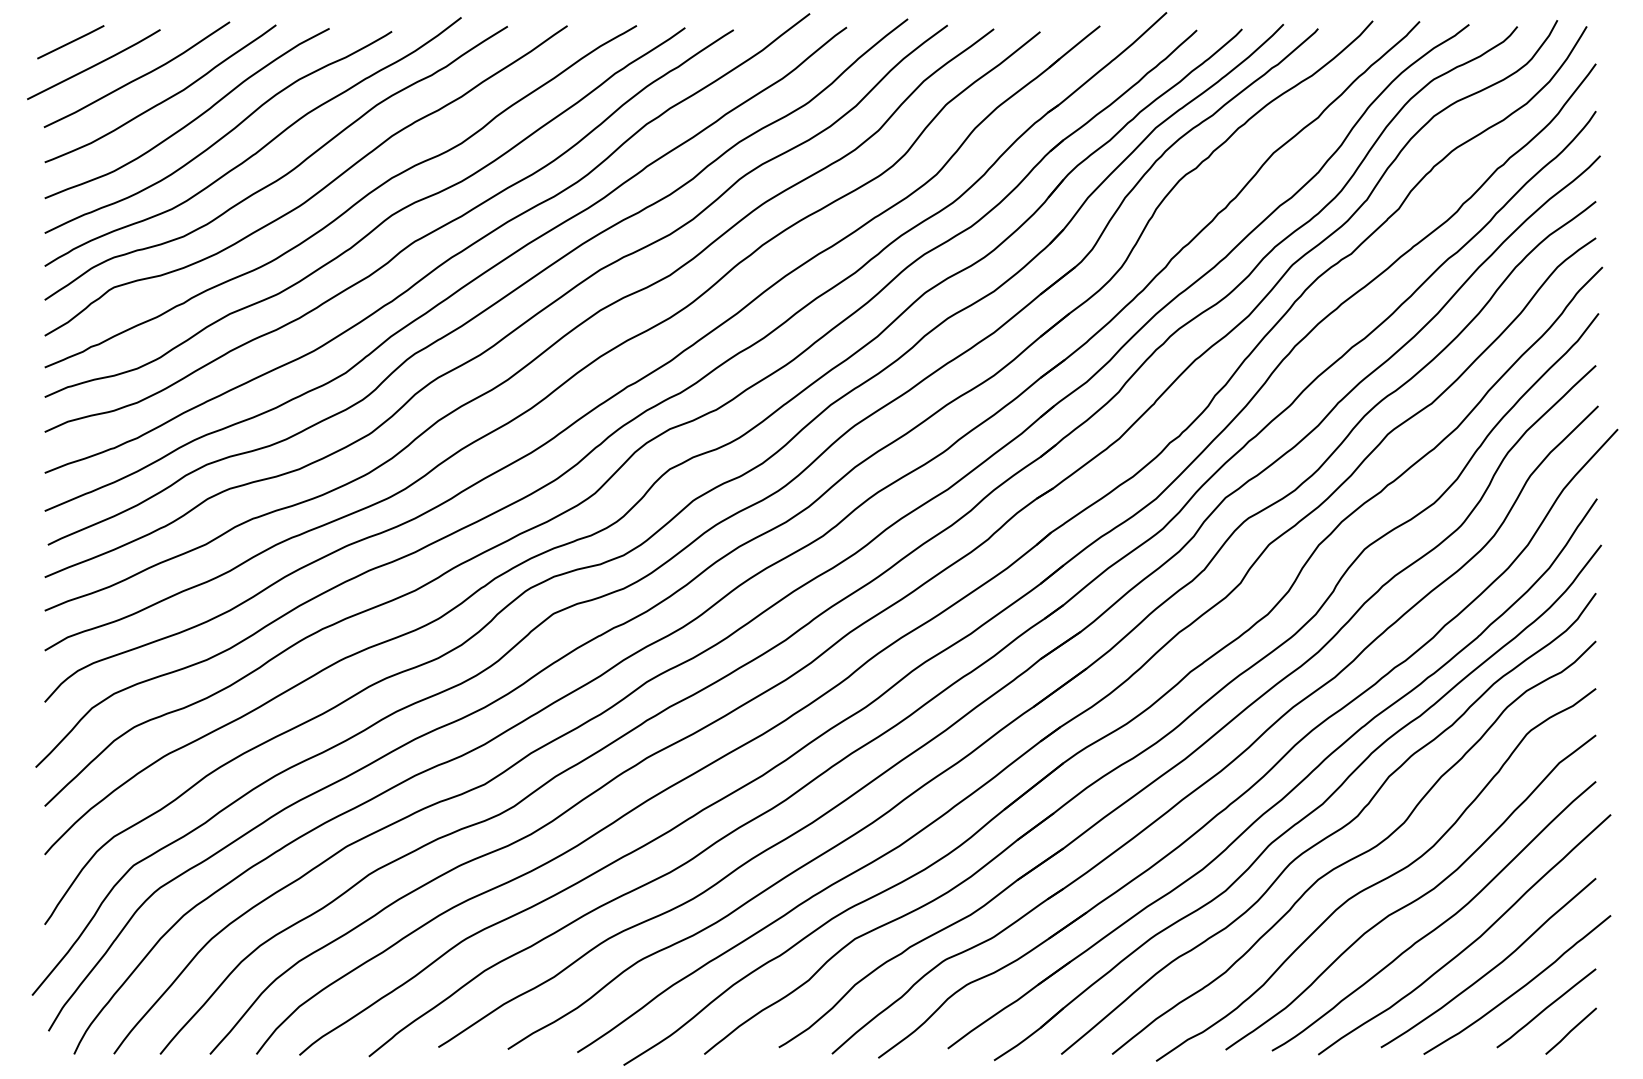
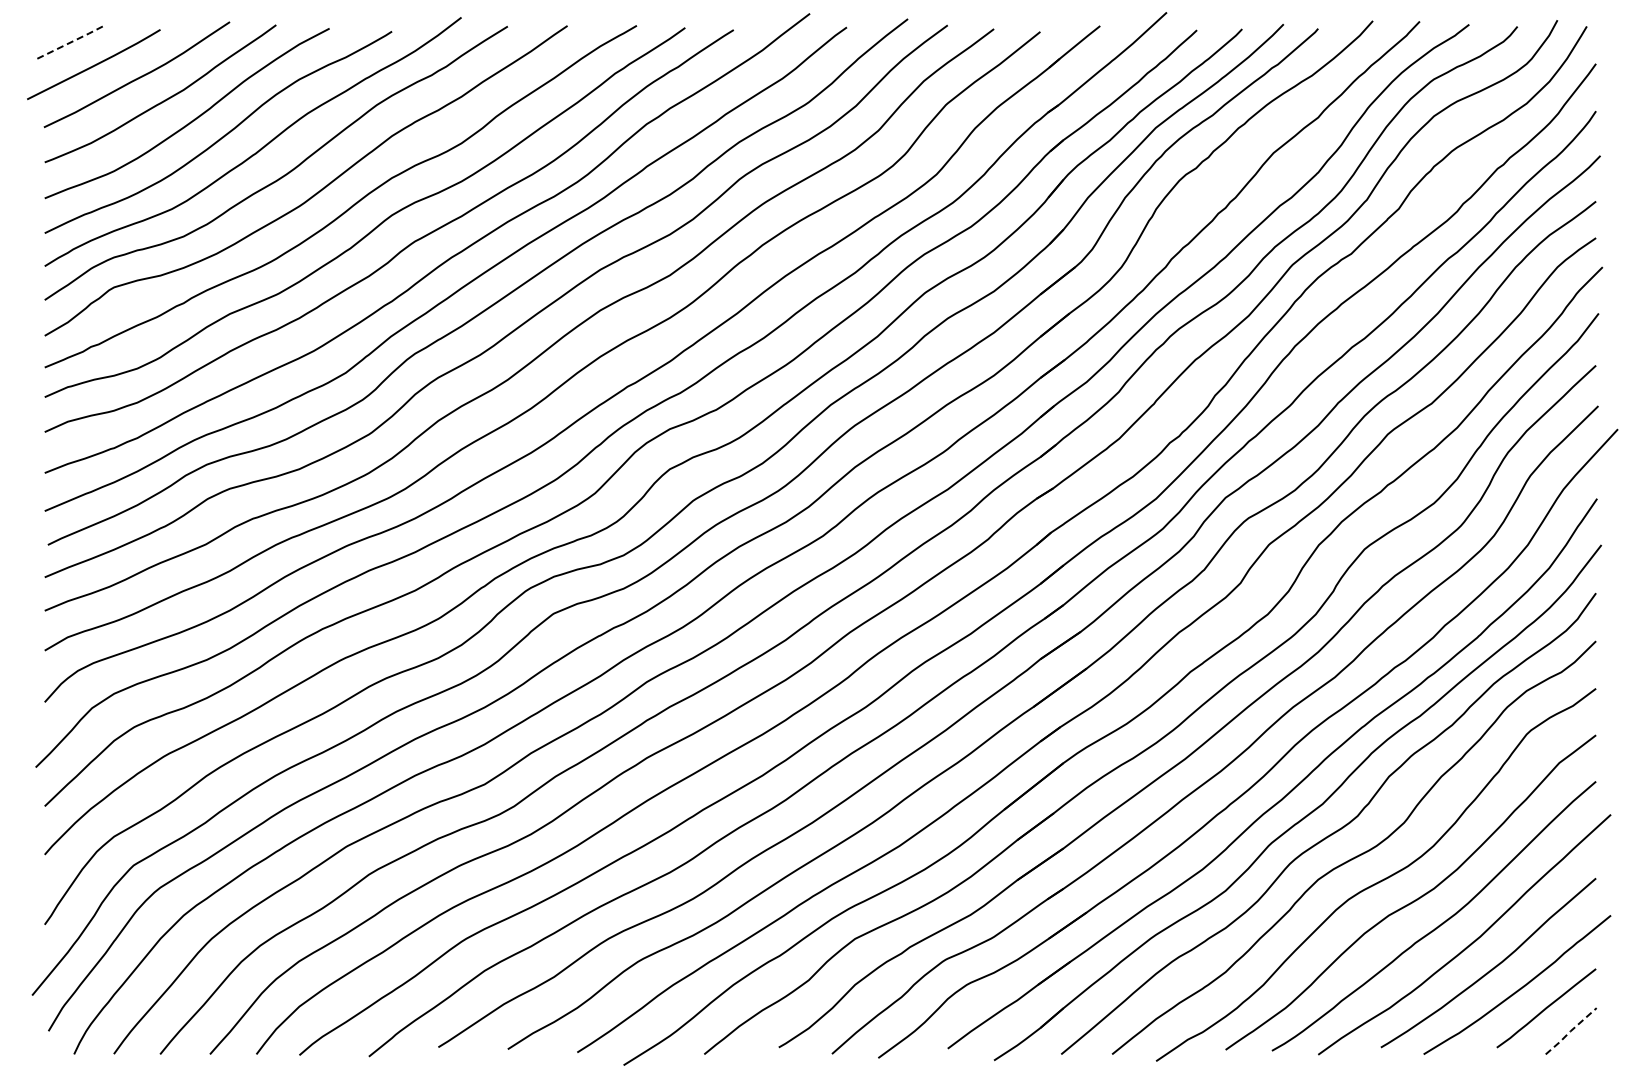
line at (72, 41): solid -> dashed
line at (1570, 1031): solid -> dashed
